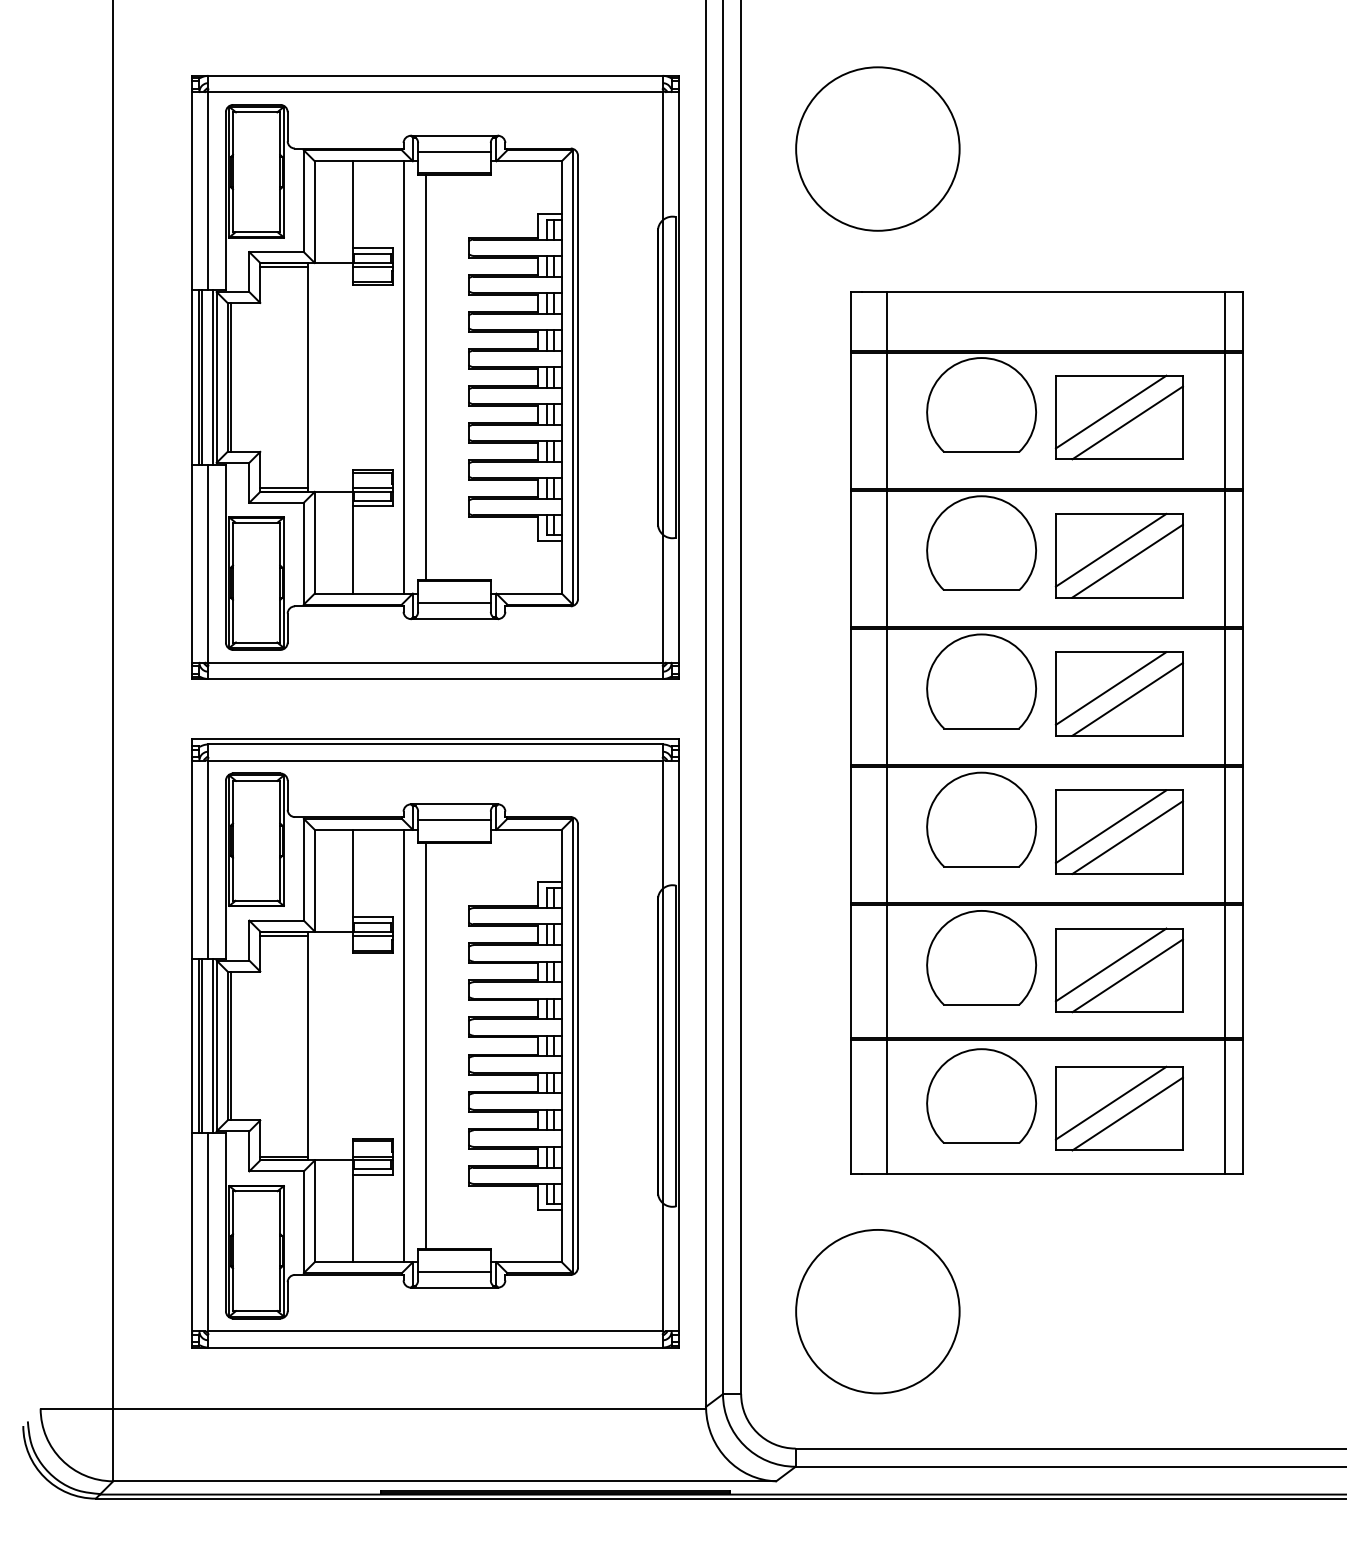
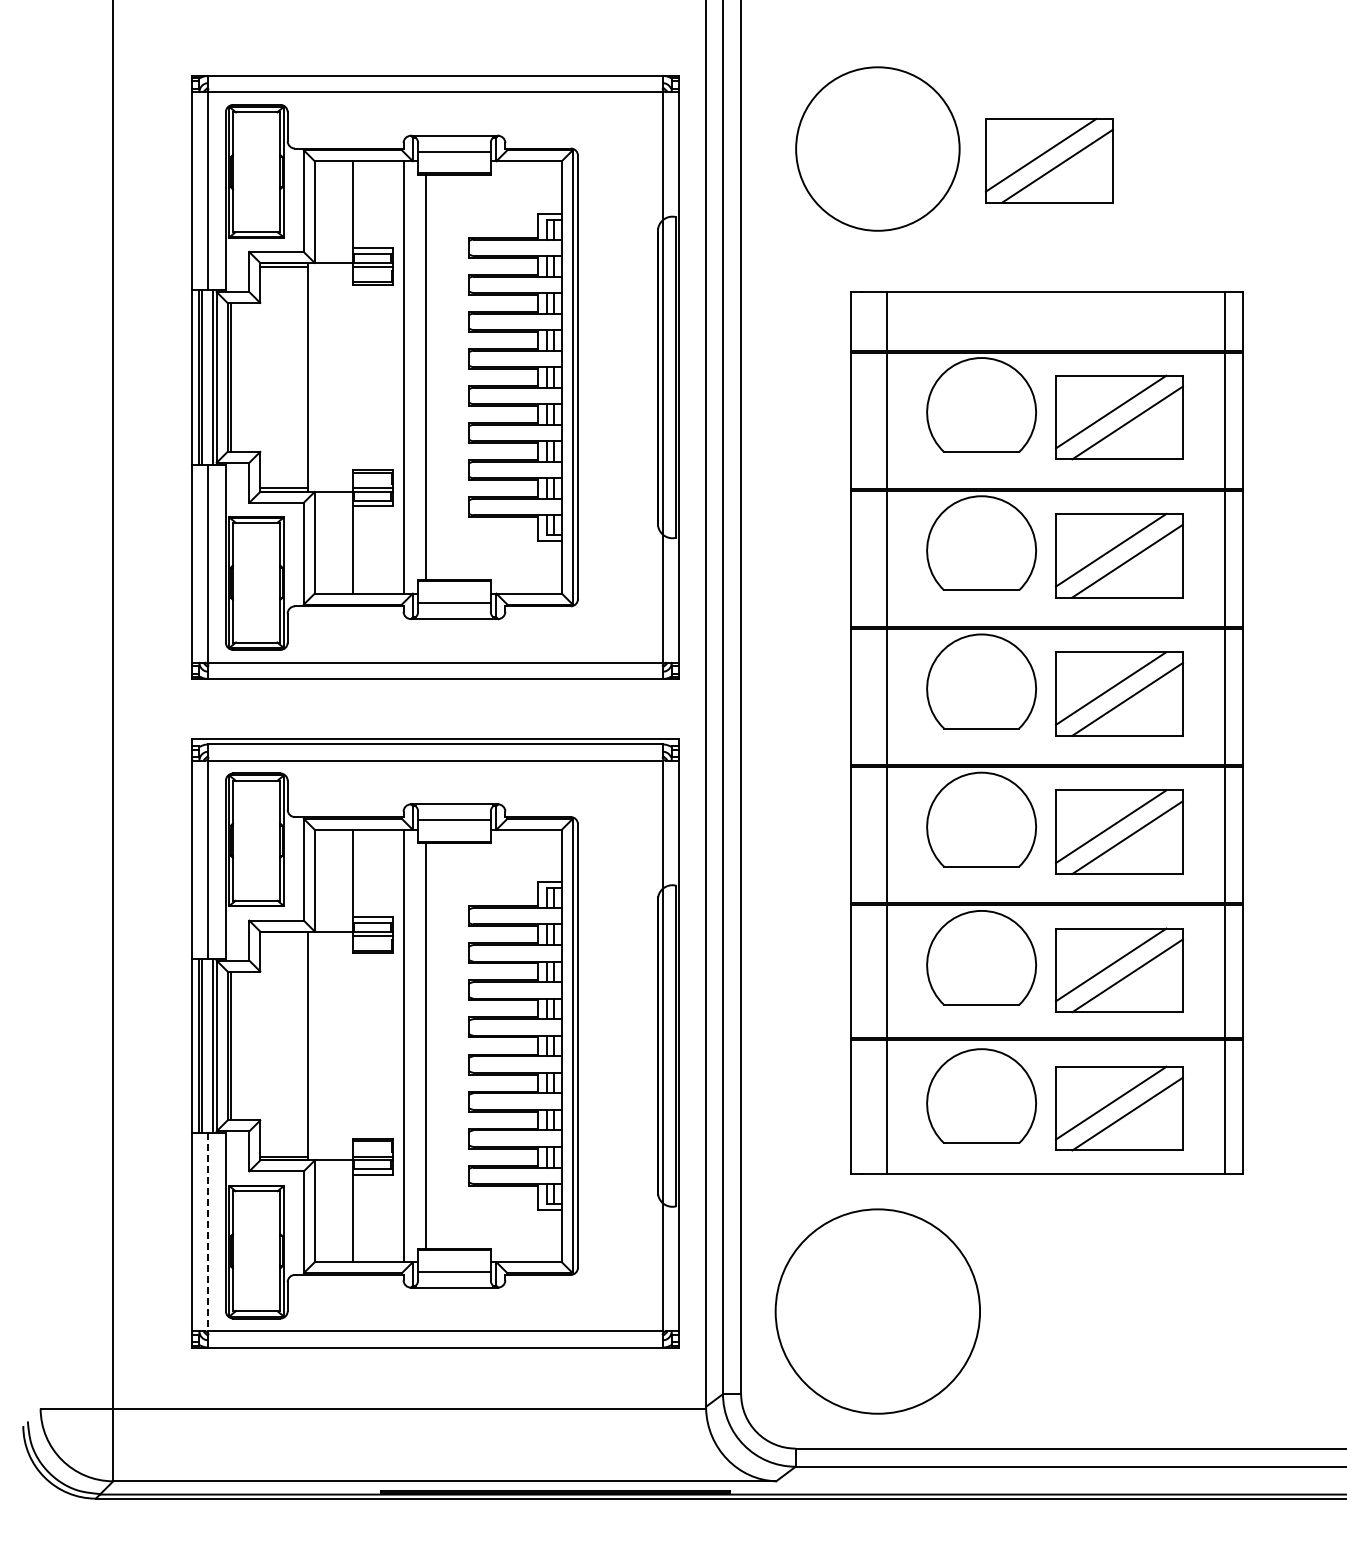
part at (1048, 160): none -> present
line at (283, 935): present -> none
line at (208, 1232): solid -> dashed
circle at (877, 1311) size: 166x166 px -> 207x207 px
